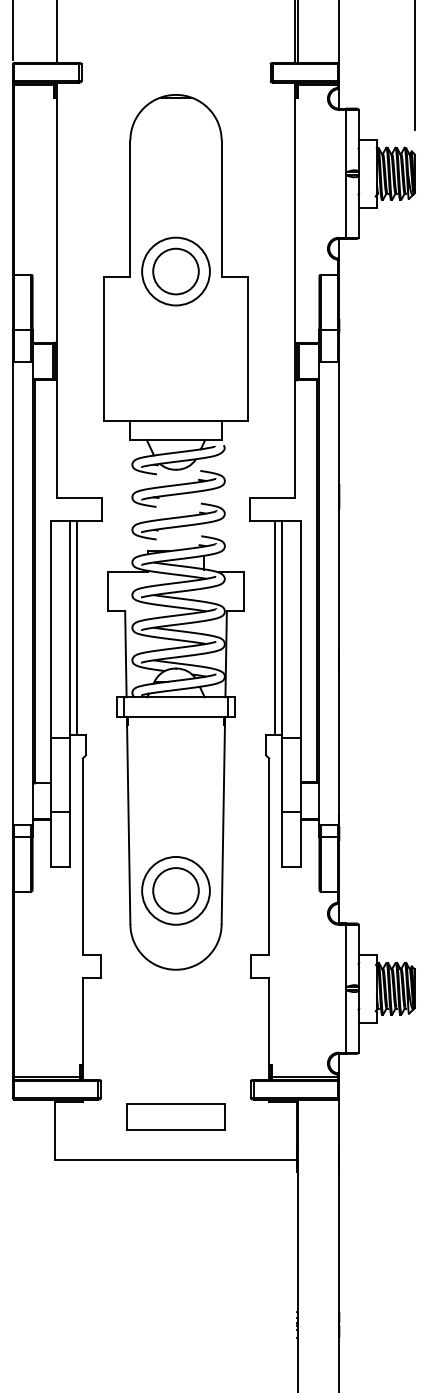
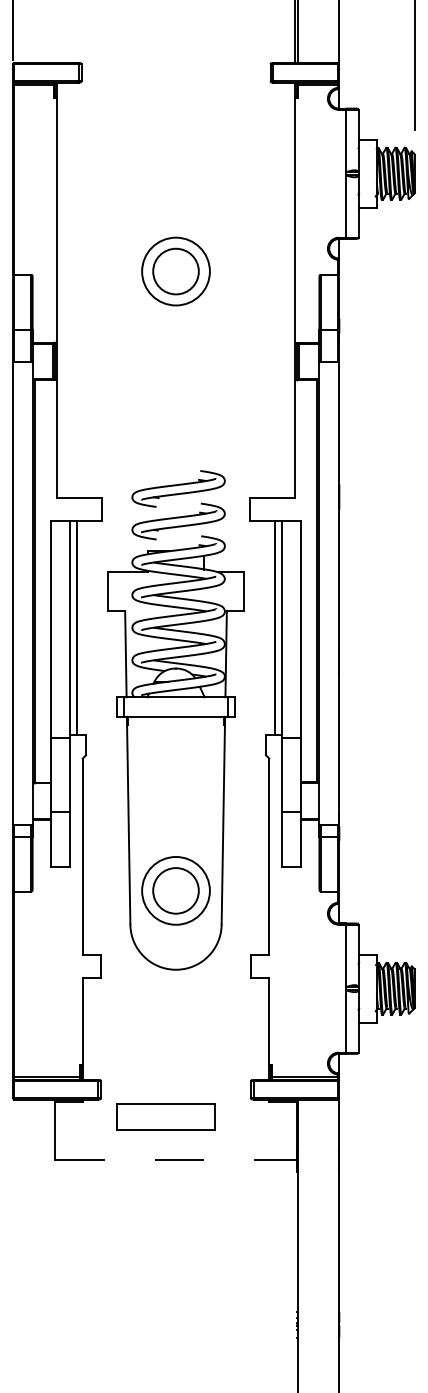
line at (56, 32): present -> none
part at (175, 284): present -> none
part at (175, 1116) position: (175, 1116) -> (165, 1116)
line at (176, 1160): solid -> dashed
